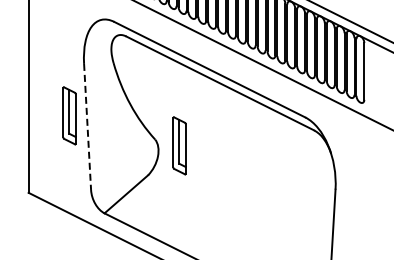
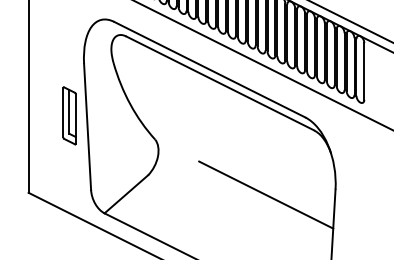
line at (87, 127): dashed -> solid
part at (179, 145): present -> none
line at (266, 194): none -> present
